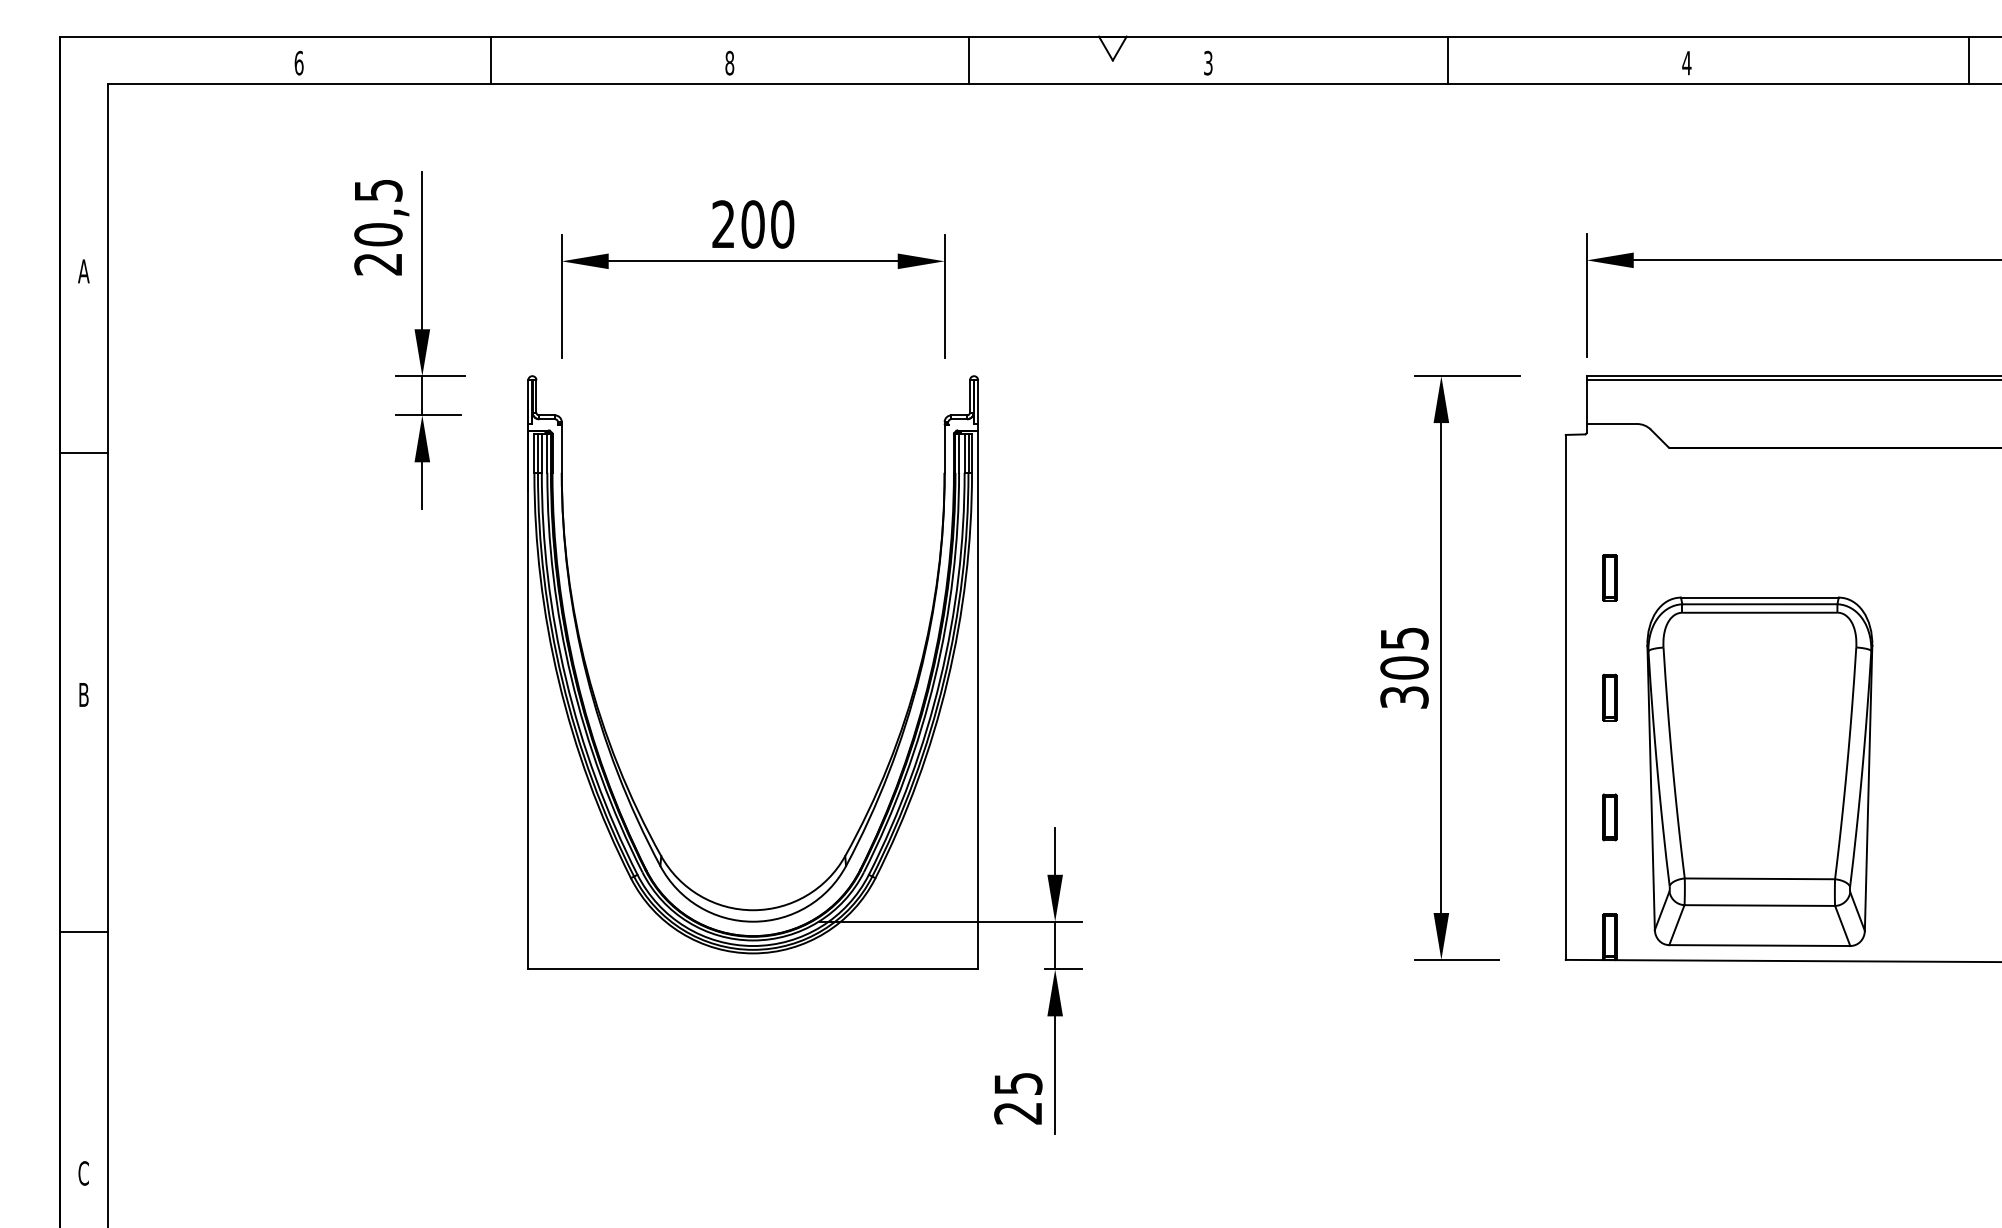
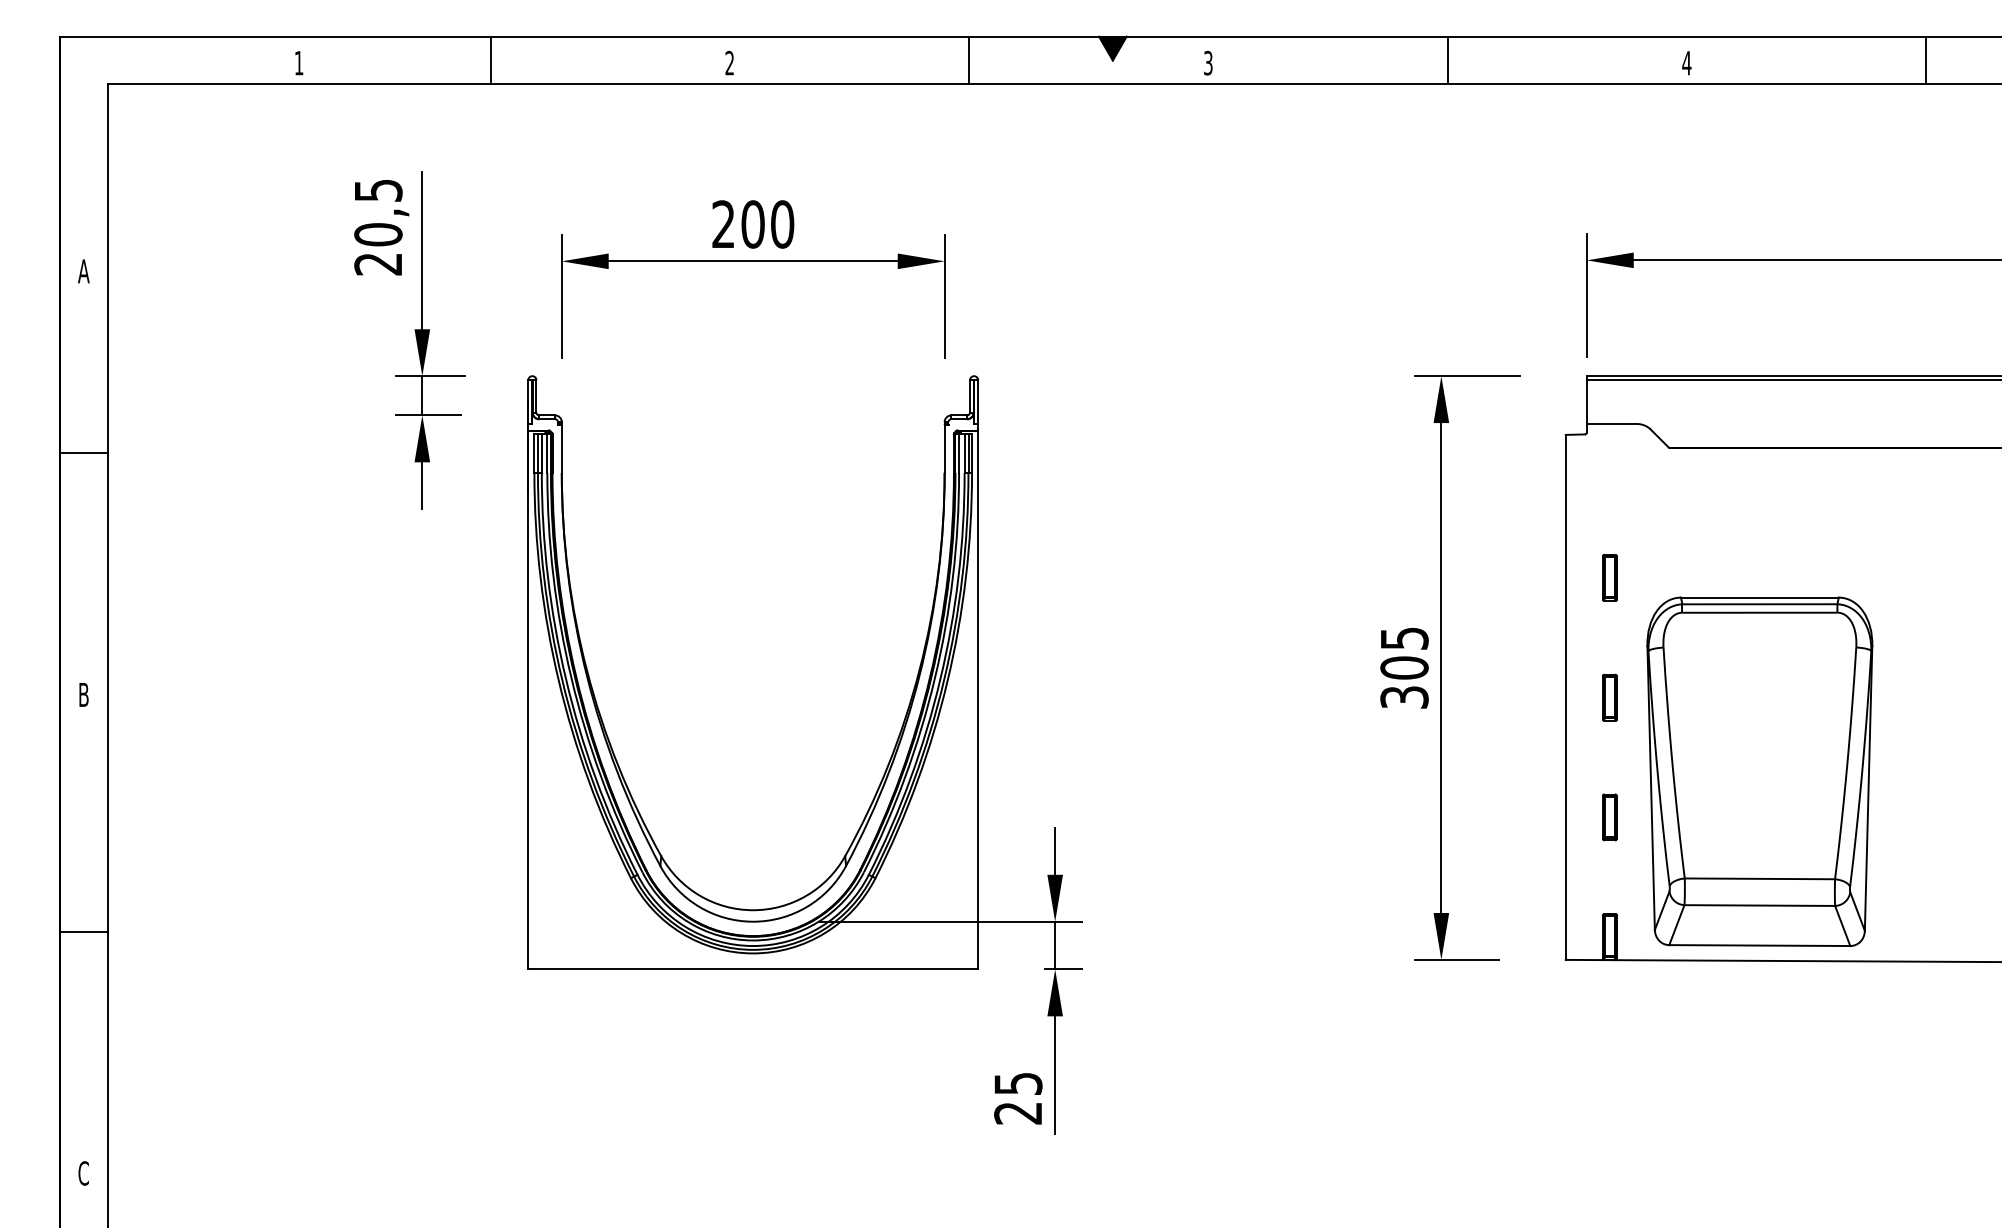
fill at (1112, 48): none -> present
line at (1969, 60) position: (1969, 60) -> (1926, 60)
text at (298, 62): 6 -> 1
text at (729, 63): 8 -> 2
